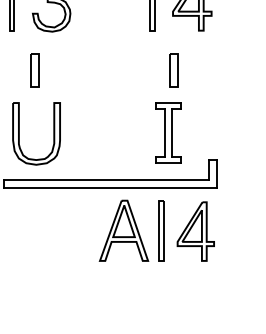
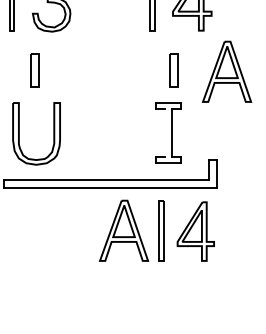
part at (226, 71): none -> present
line at (165, 132): present -> none
